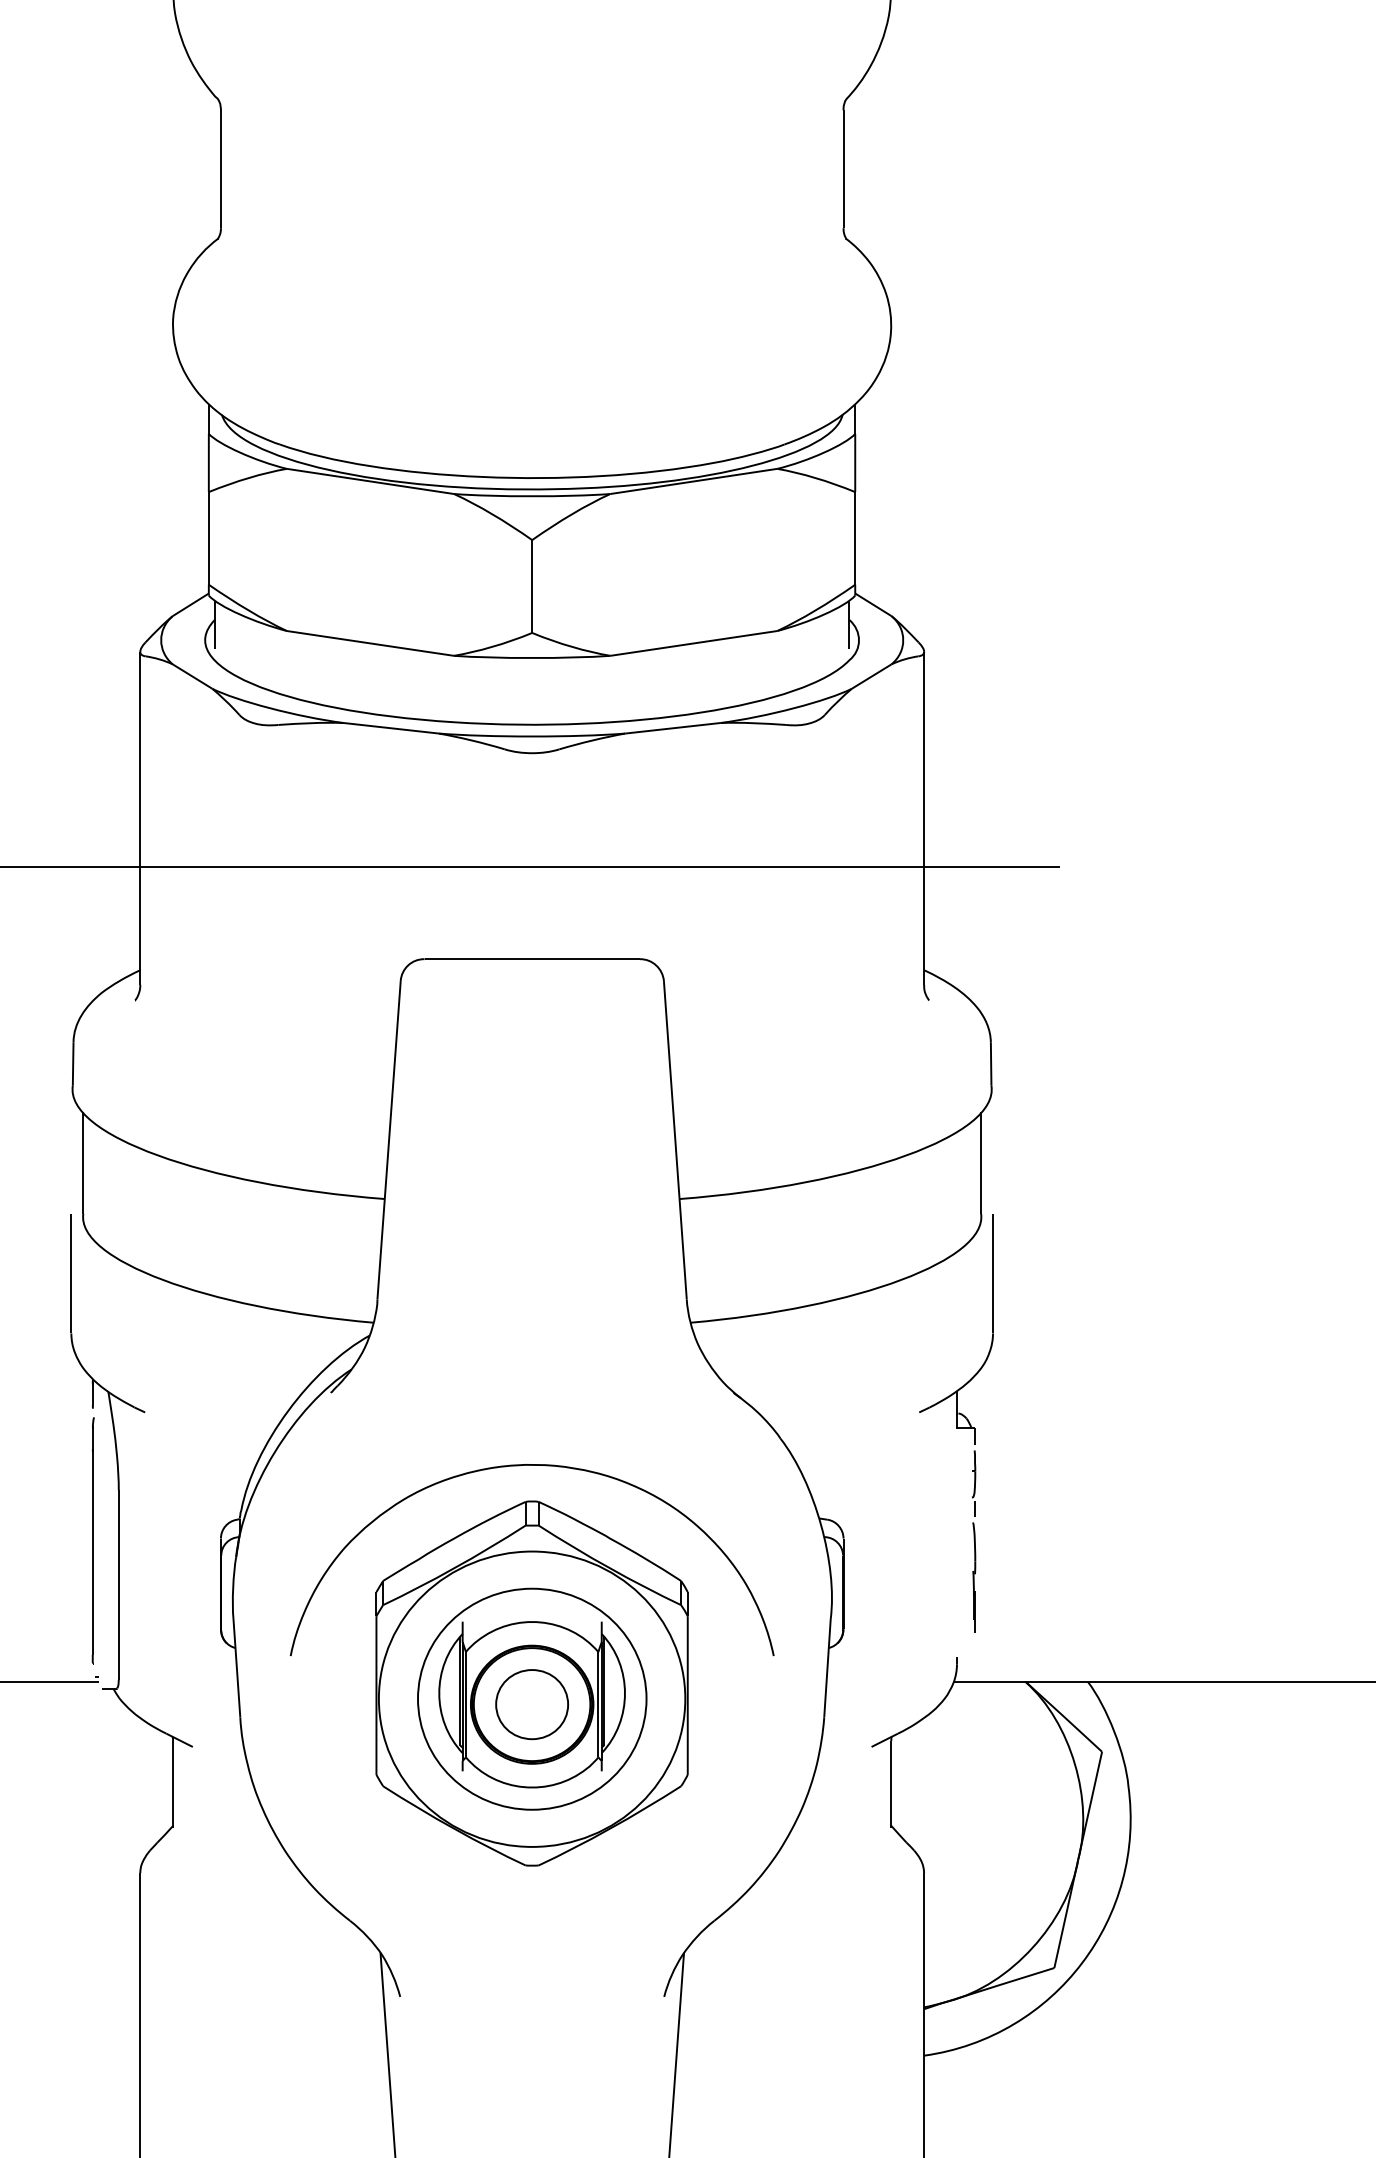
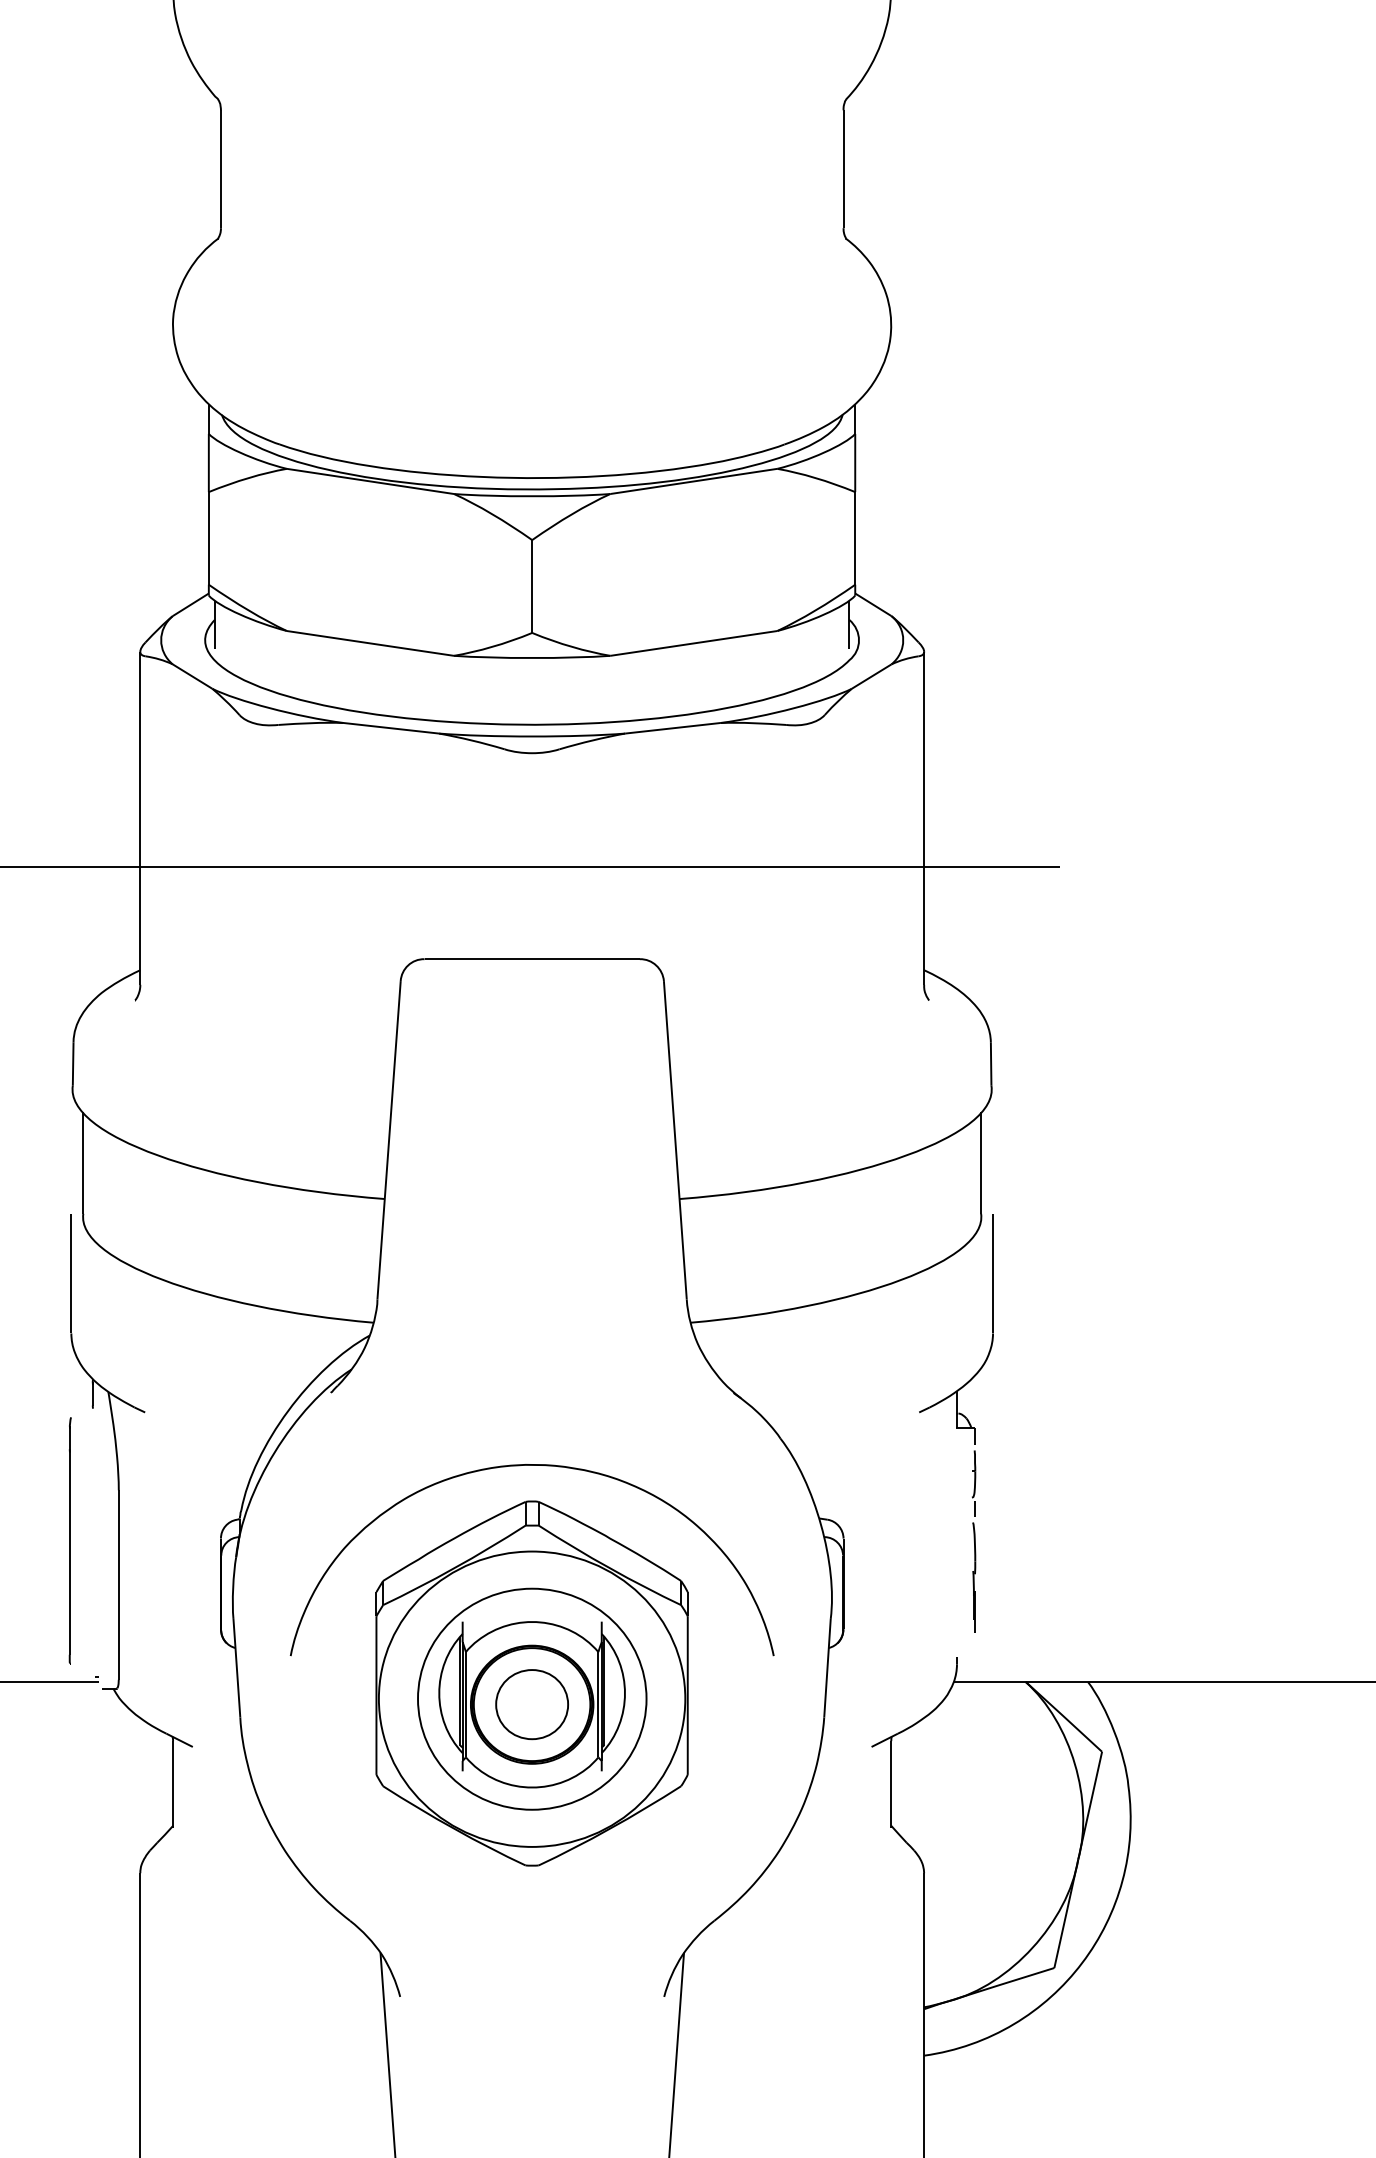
part at (92, 1540) position: (92, 1540) -> (69, 1540)
